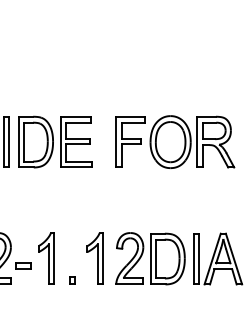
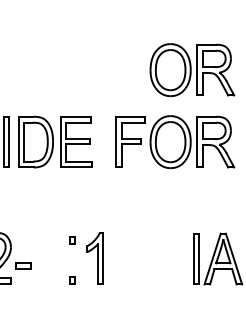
part at (192, 69): none -> present
part at (72, 240): none -> present
part at (46, 258): present -> none
part at (150, 258): present -> none
